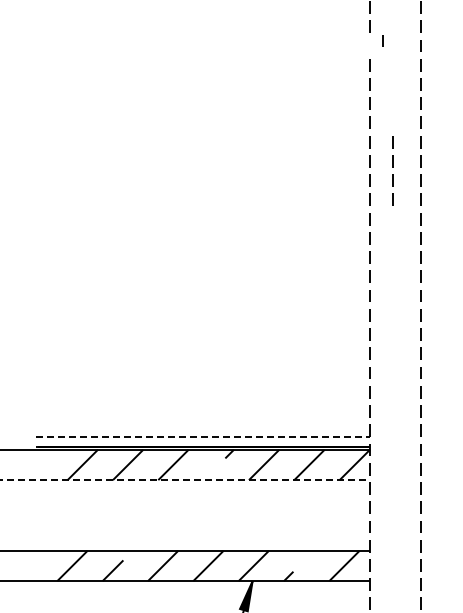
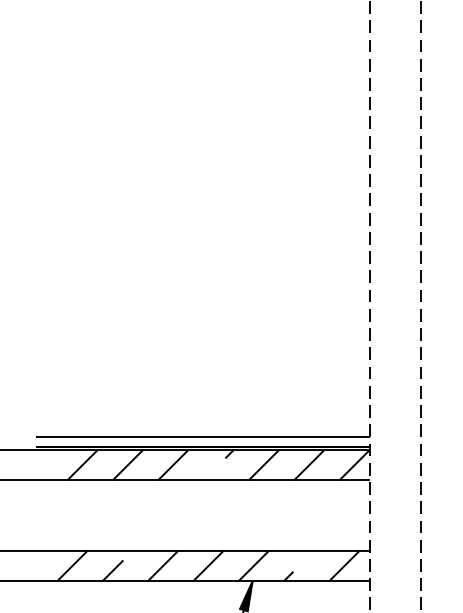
line at (382, 40) position: (382, 40) -> (369, 45)
line at (392, 167): present -> none
line at (203, 436): dashed -> solid
line at (185, 480): dashed -> solid
